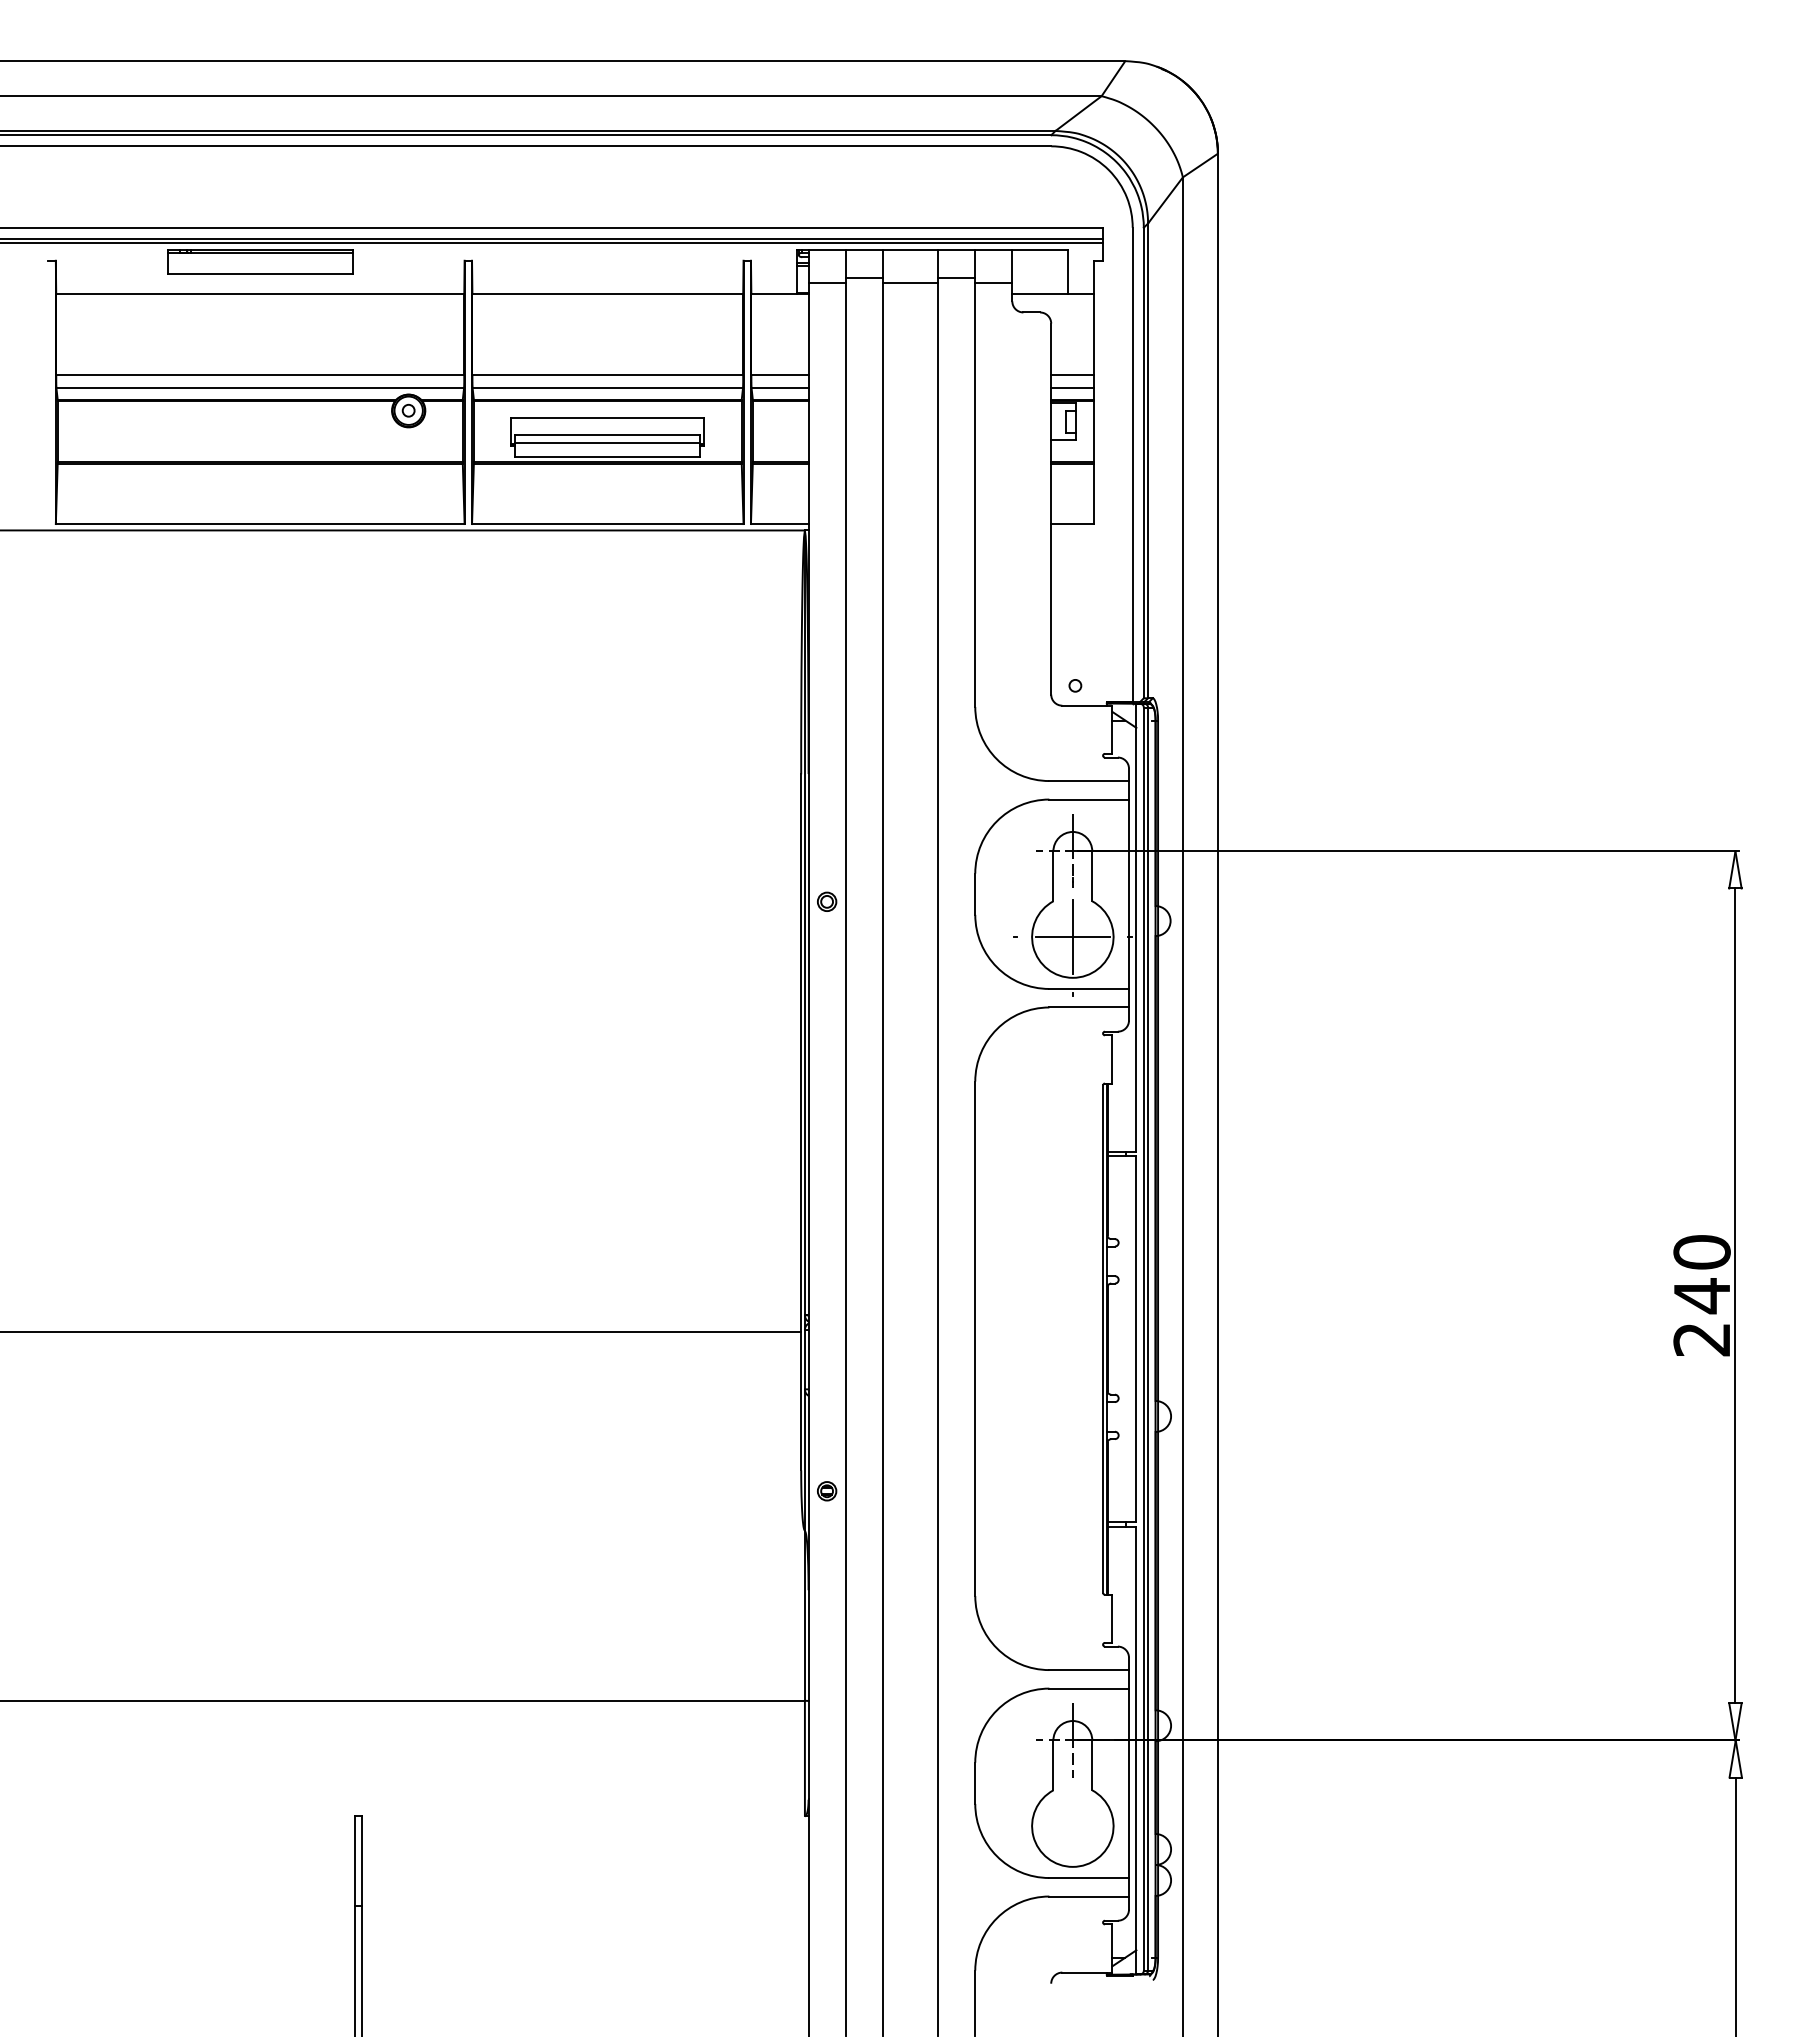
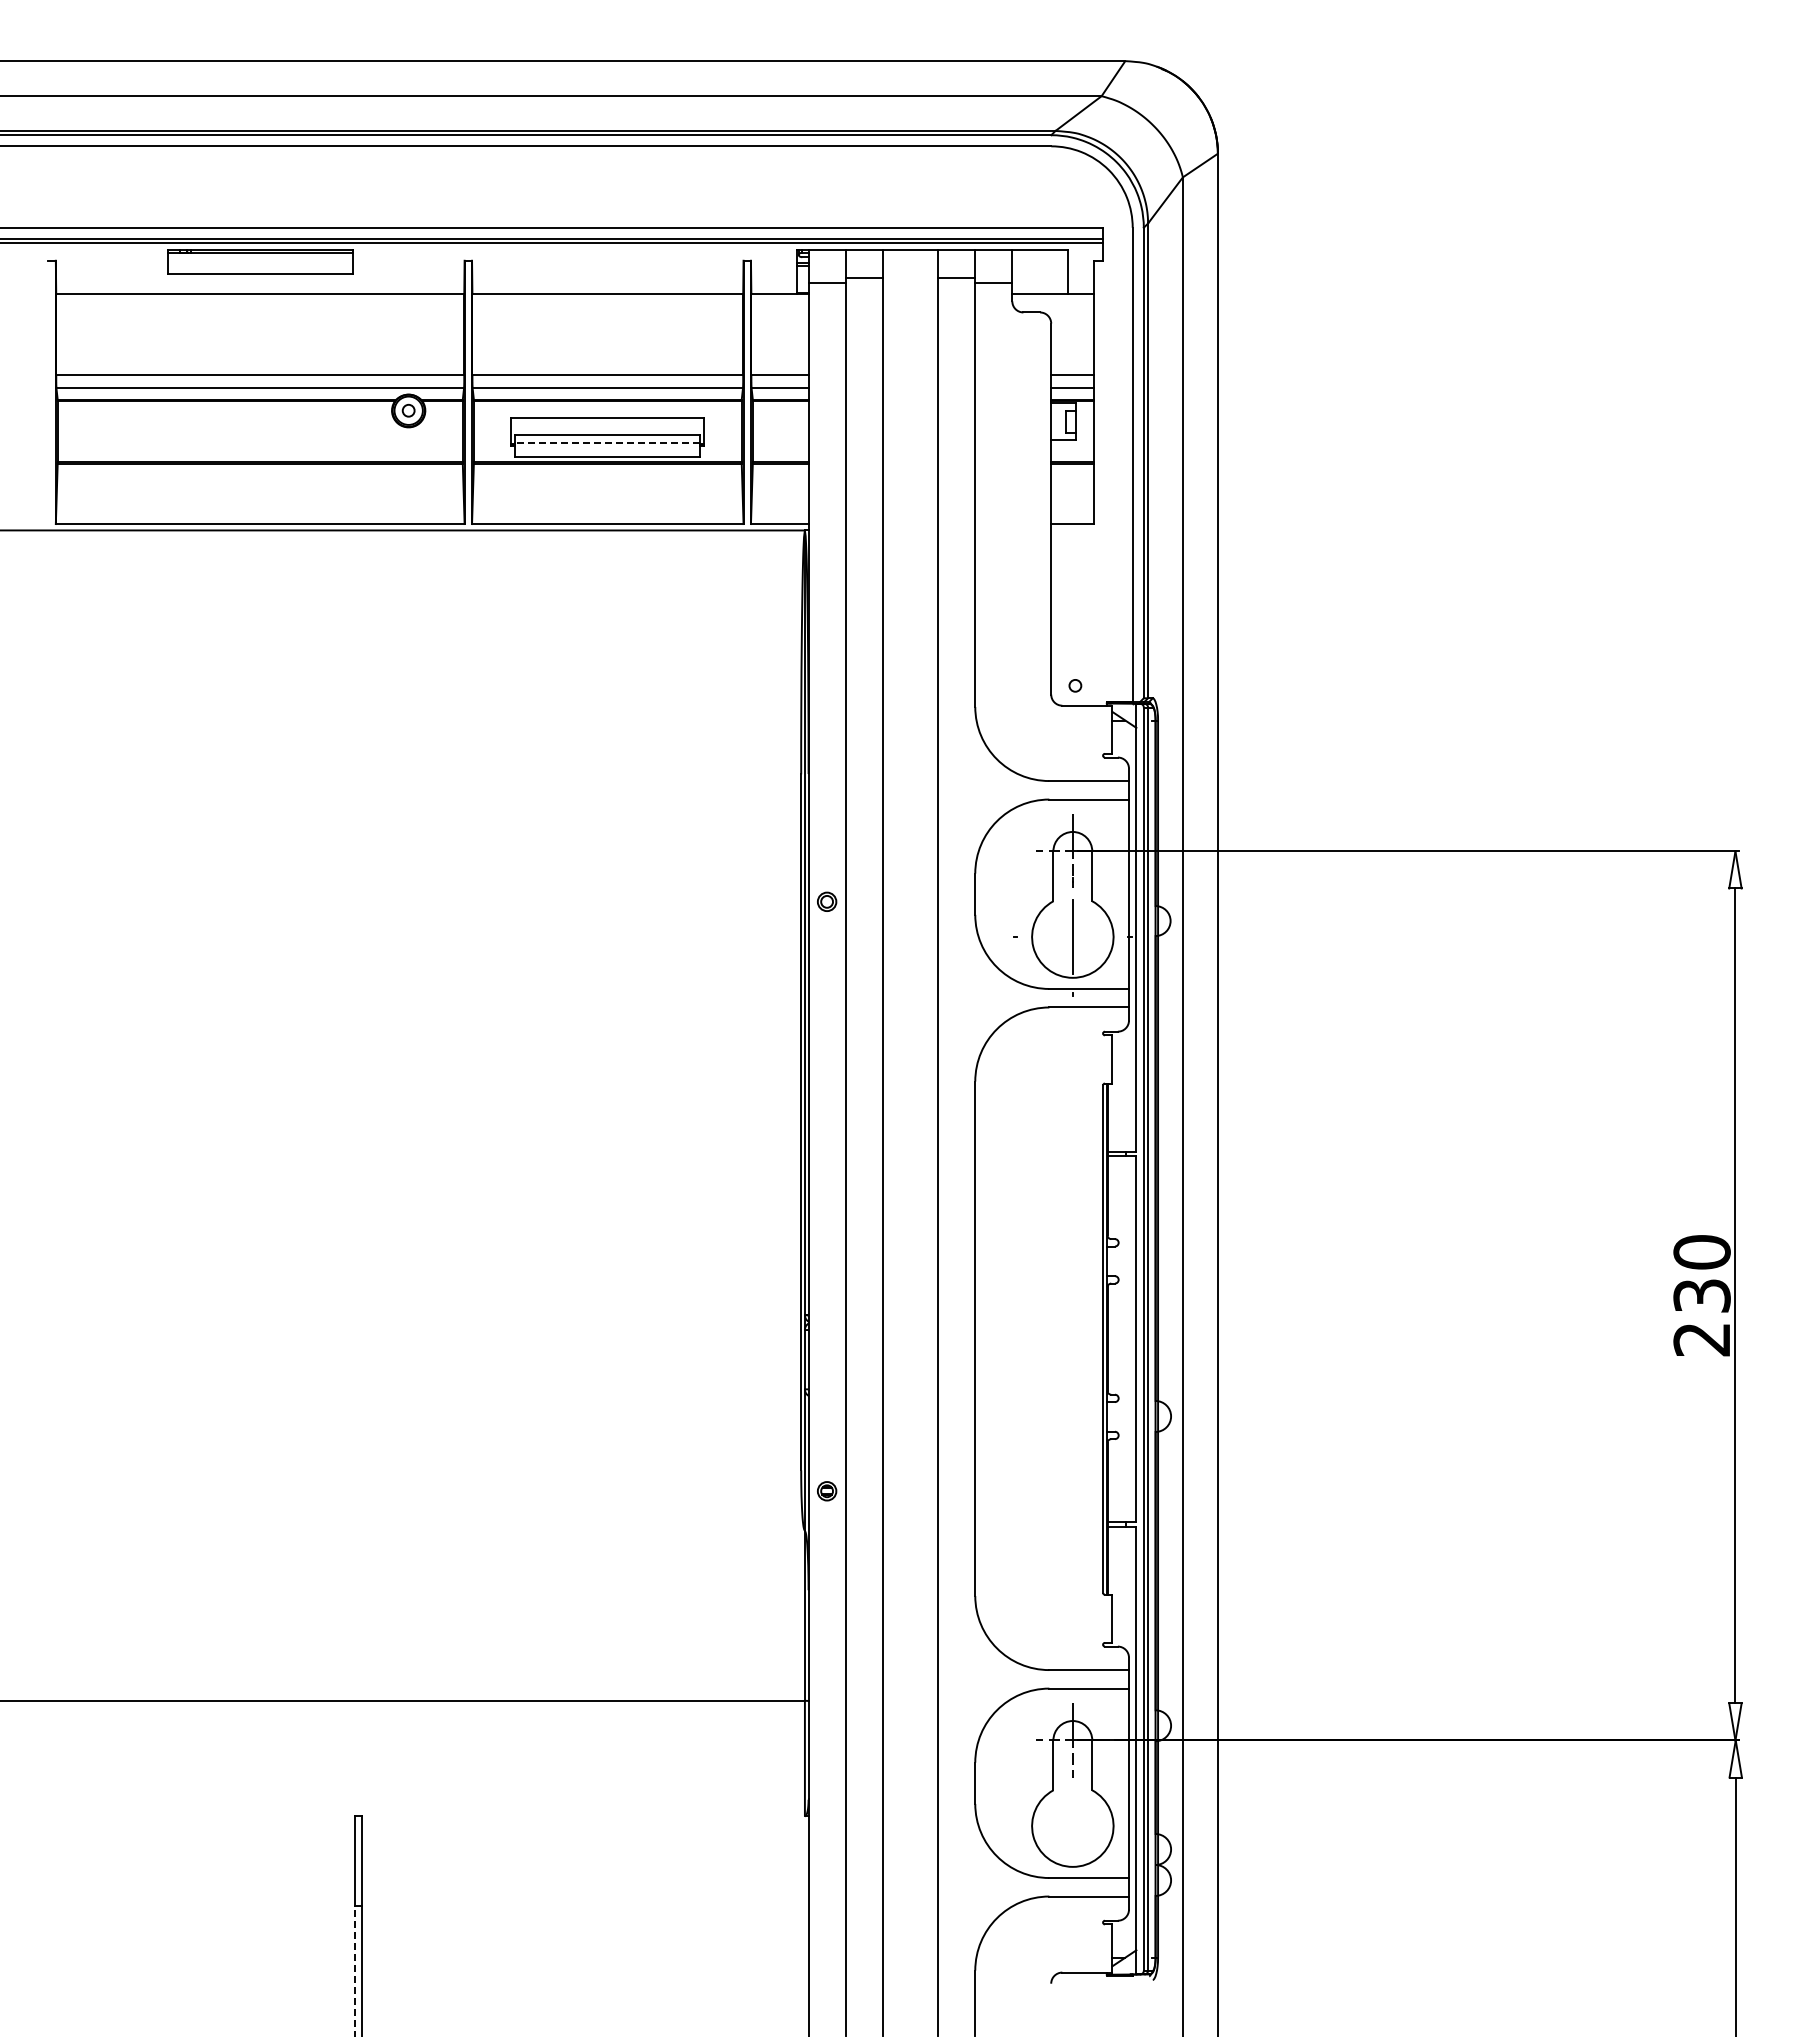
line at (910, 282): present -> none
line at (607, 442): solid -> dashed
line at (1072, 937): present -> none
text at (1701, 1296): 240 -> 230
line at (401, 1331): present -> none
line at (354, 1970): solid -> dashed
